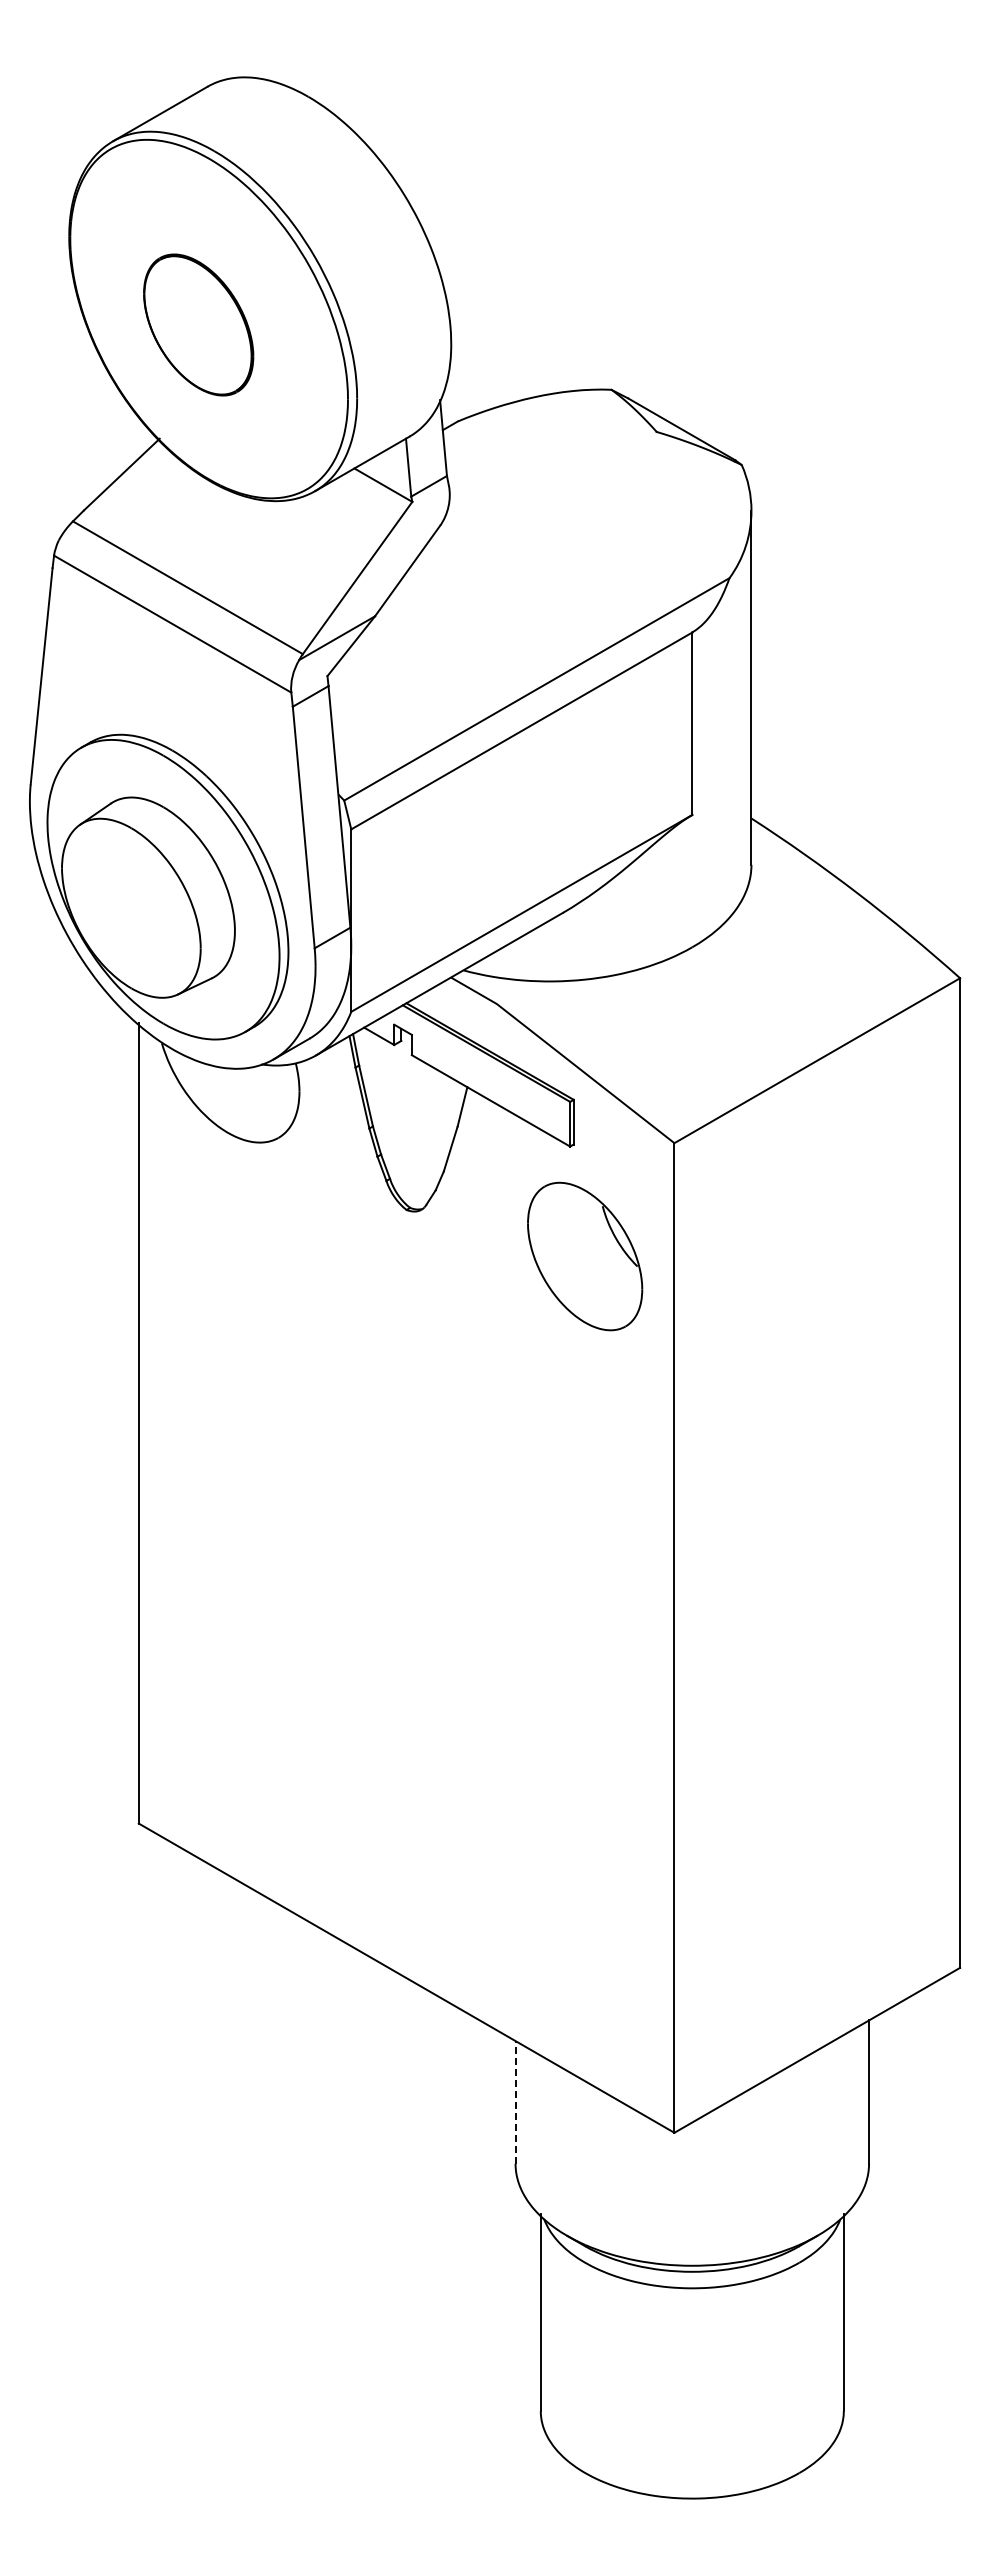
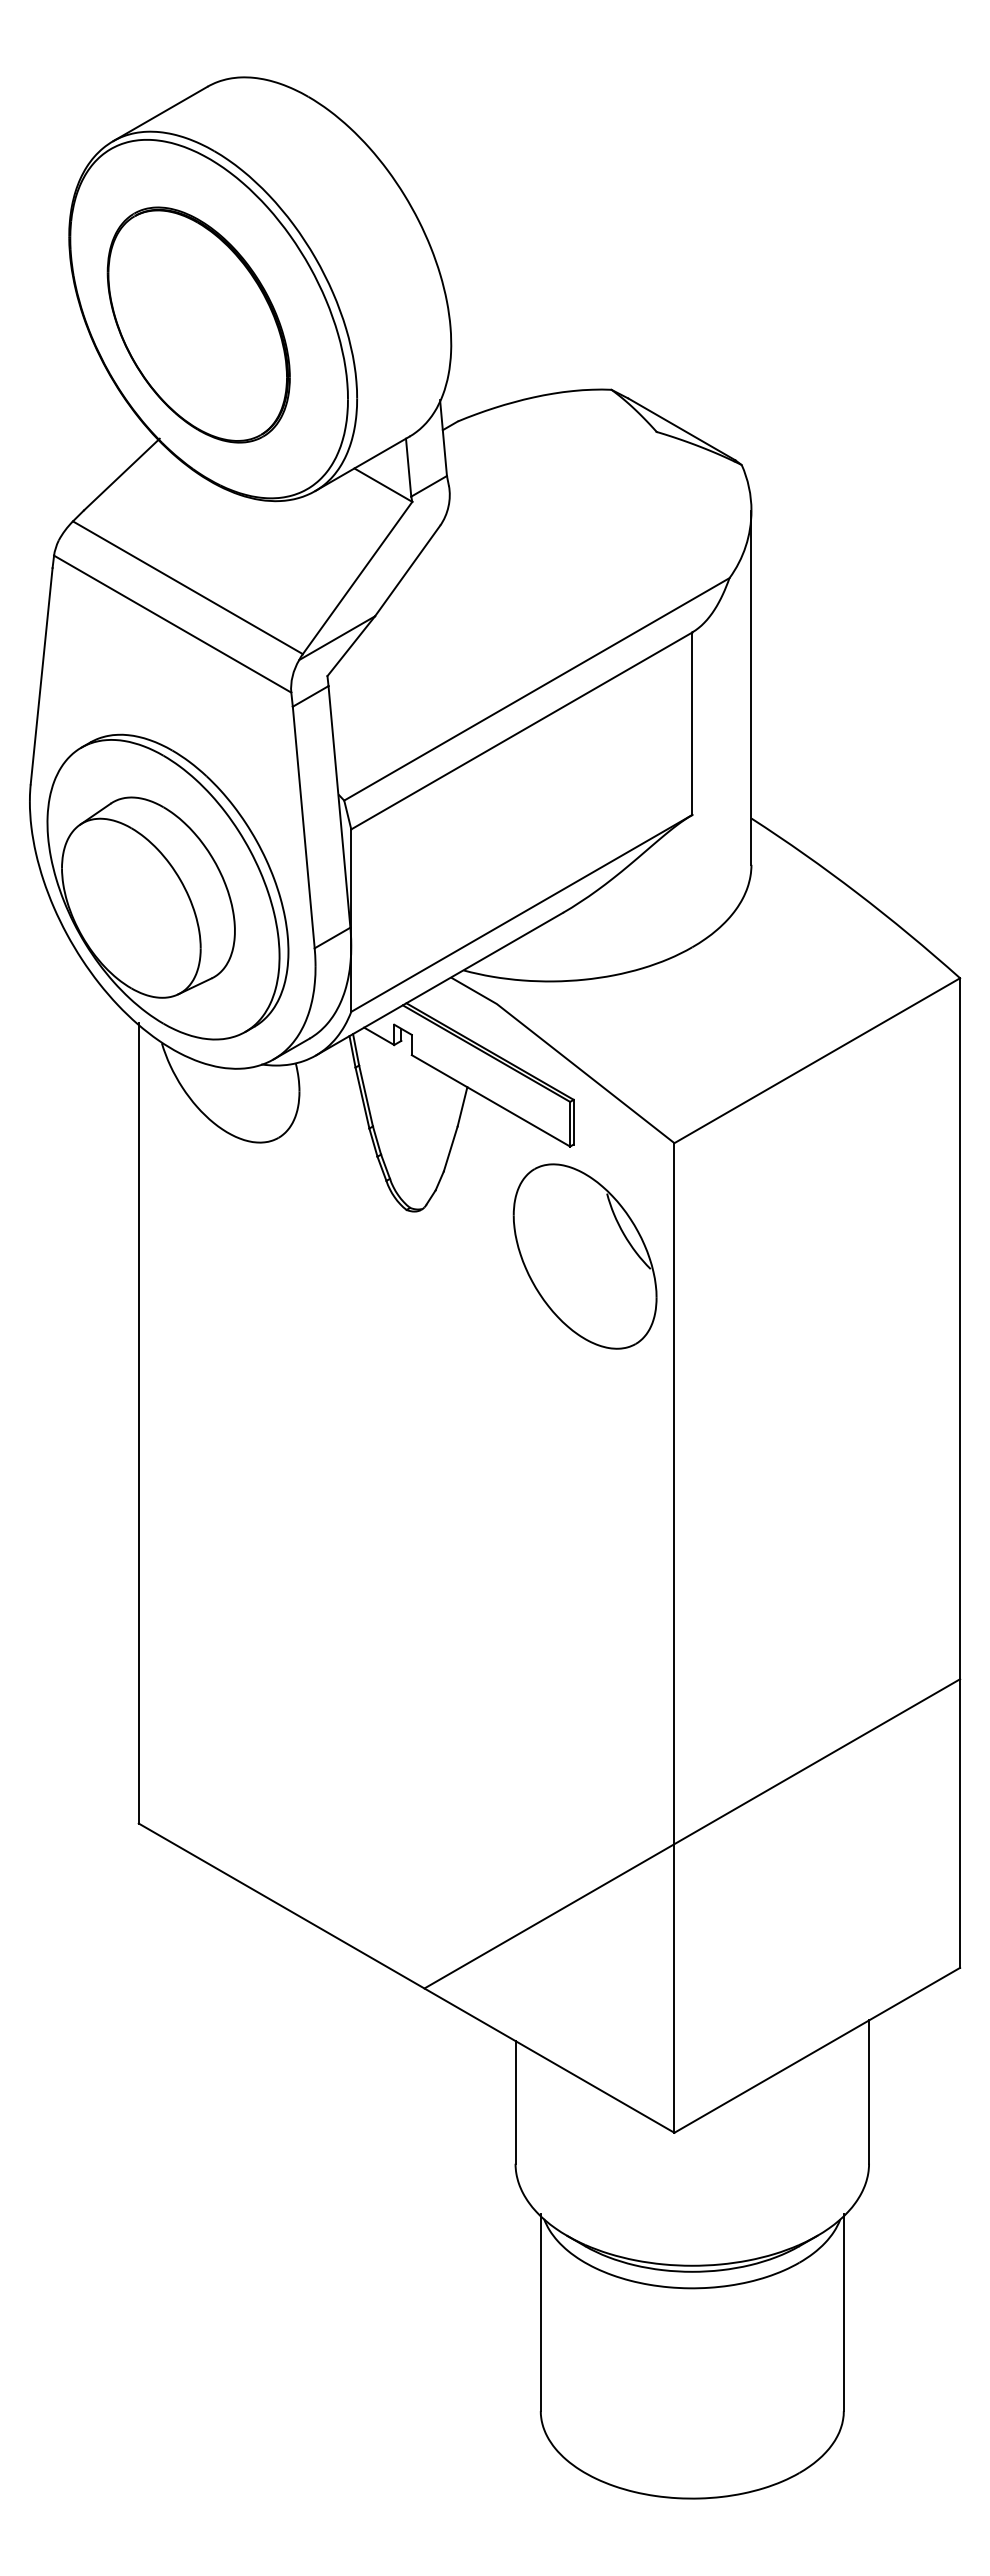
part at (198, 324) size: 112x144 px -> 185x238 px
part at (585, 1256) size: 117x151 px -> 146x187 px
line at (692, 1833): none -> present
line at (515, 2101): dashed -> solid
